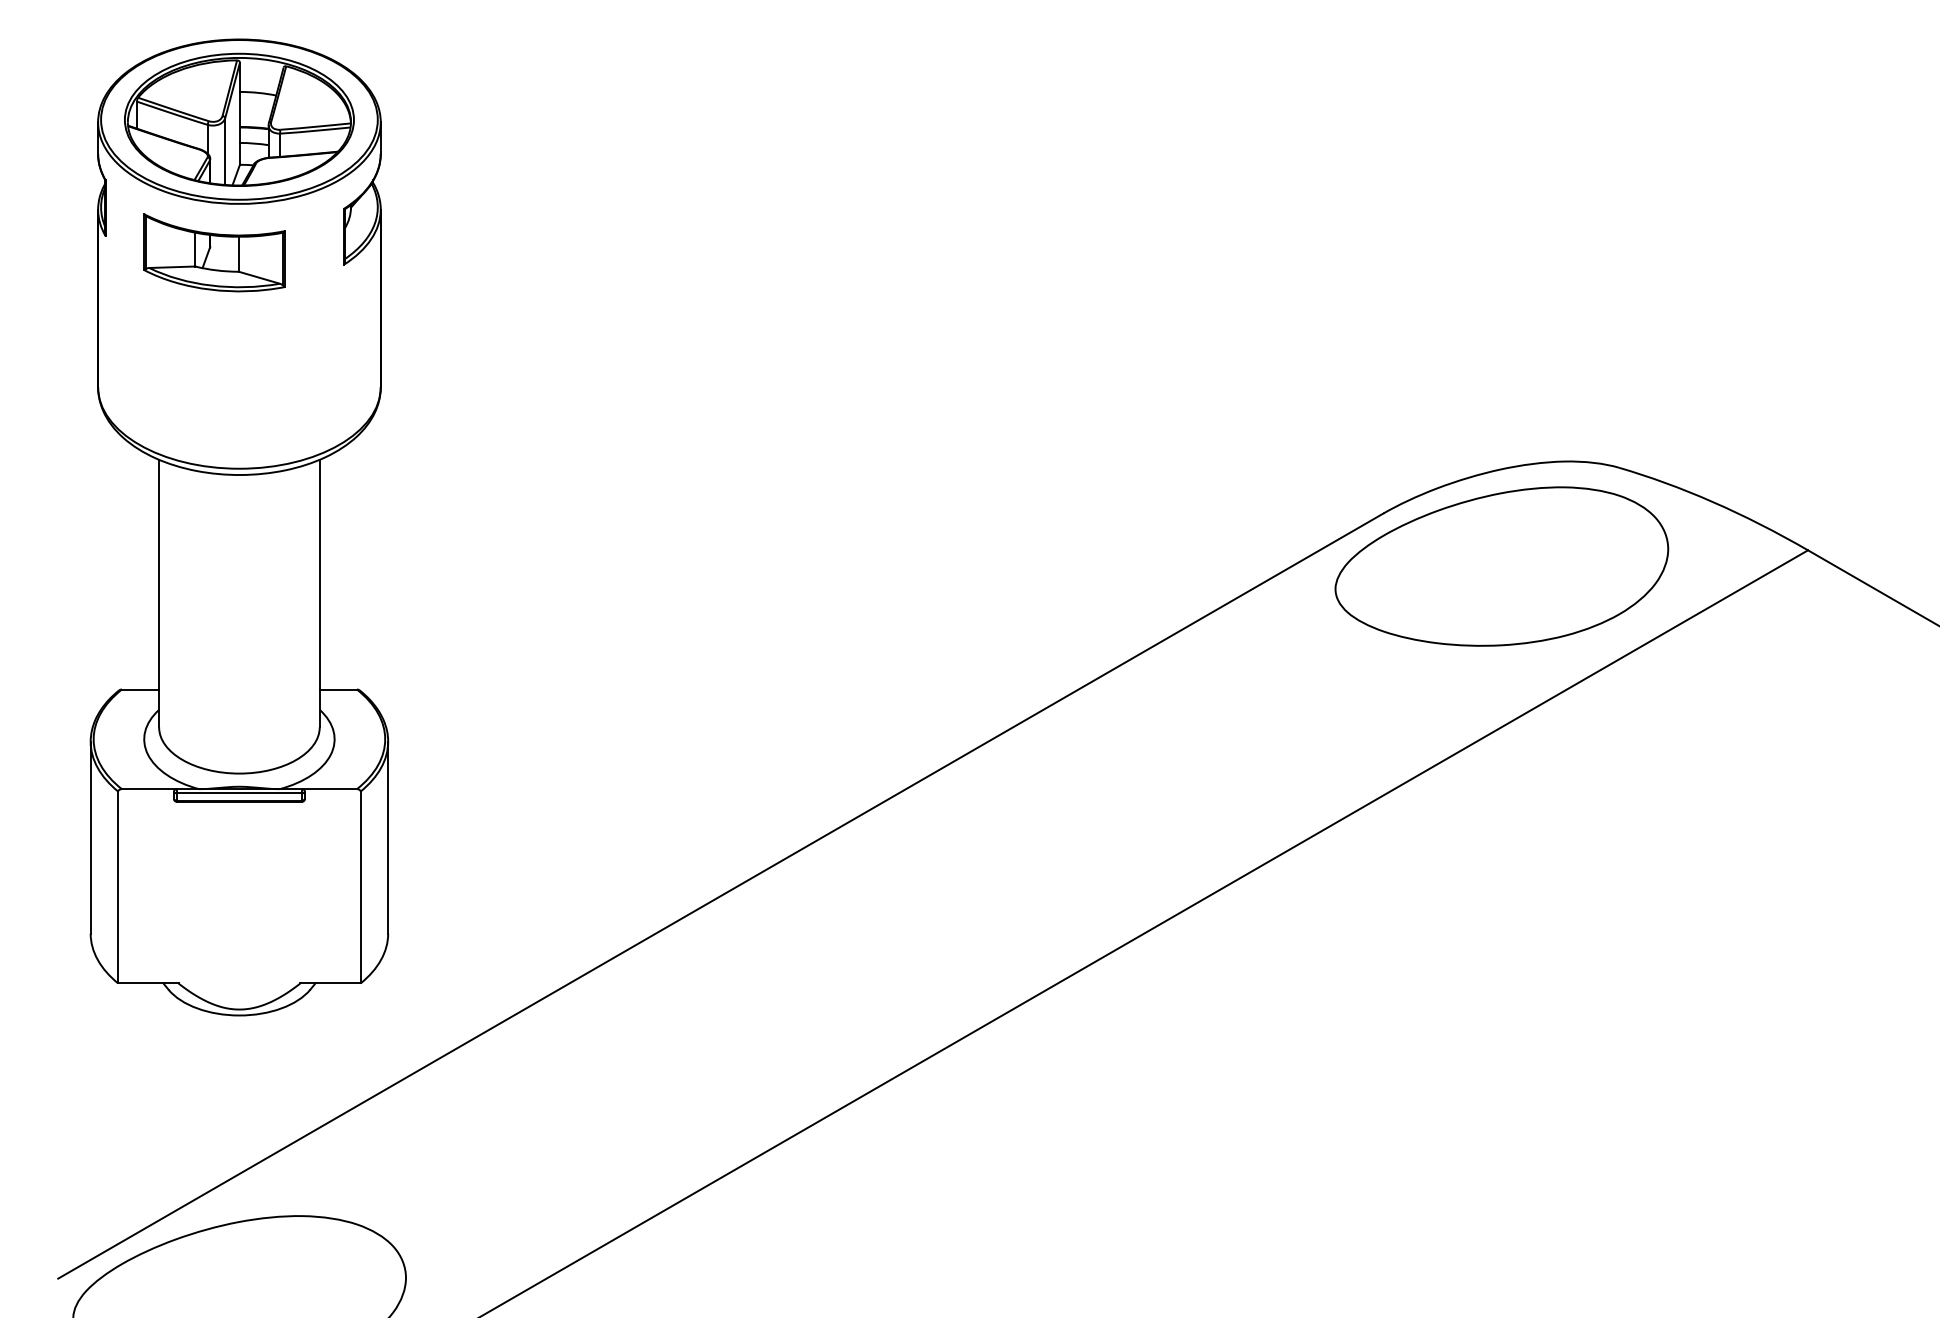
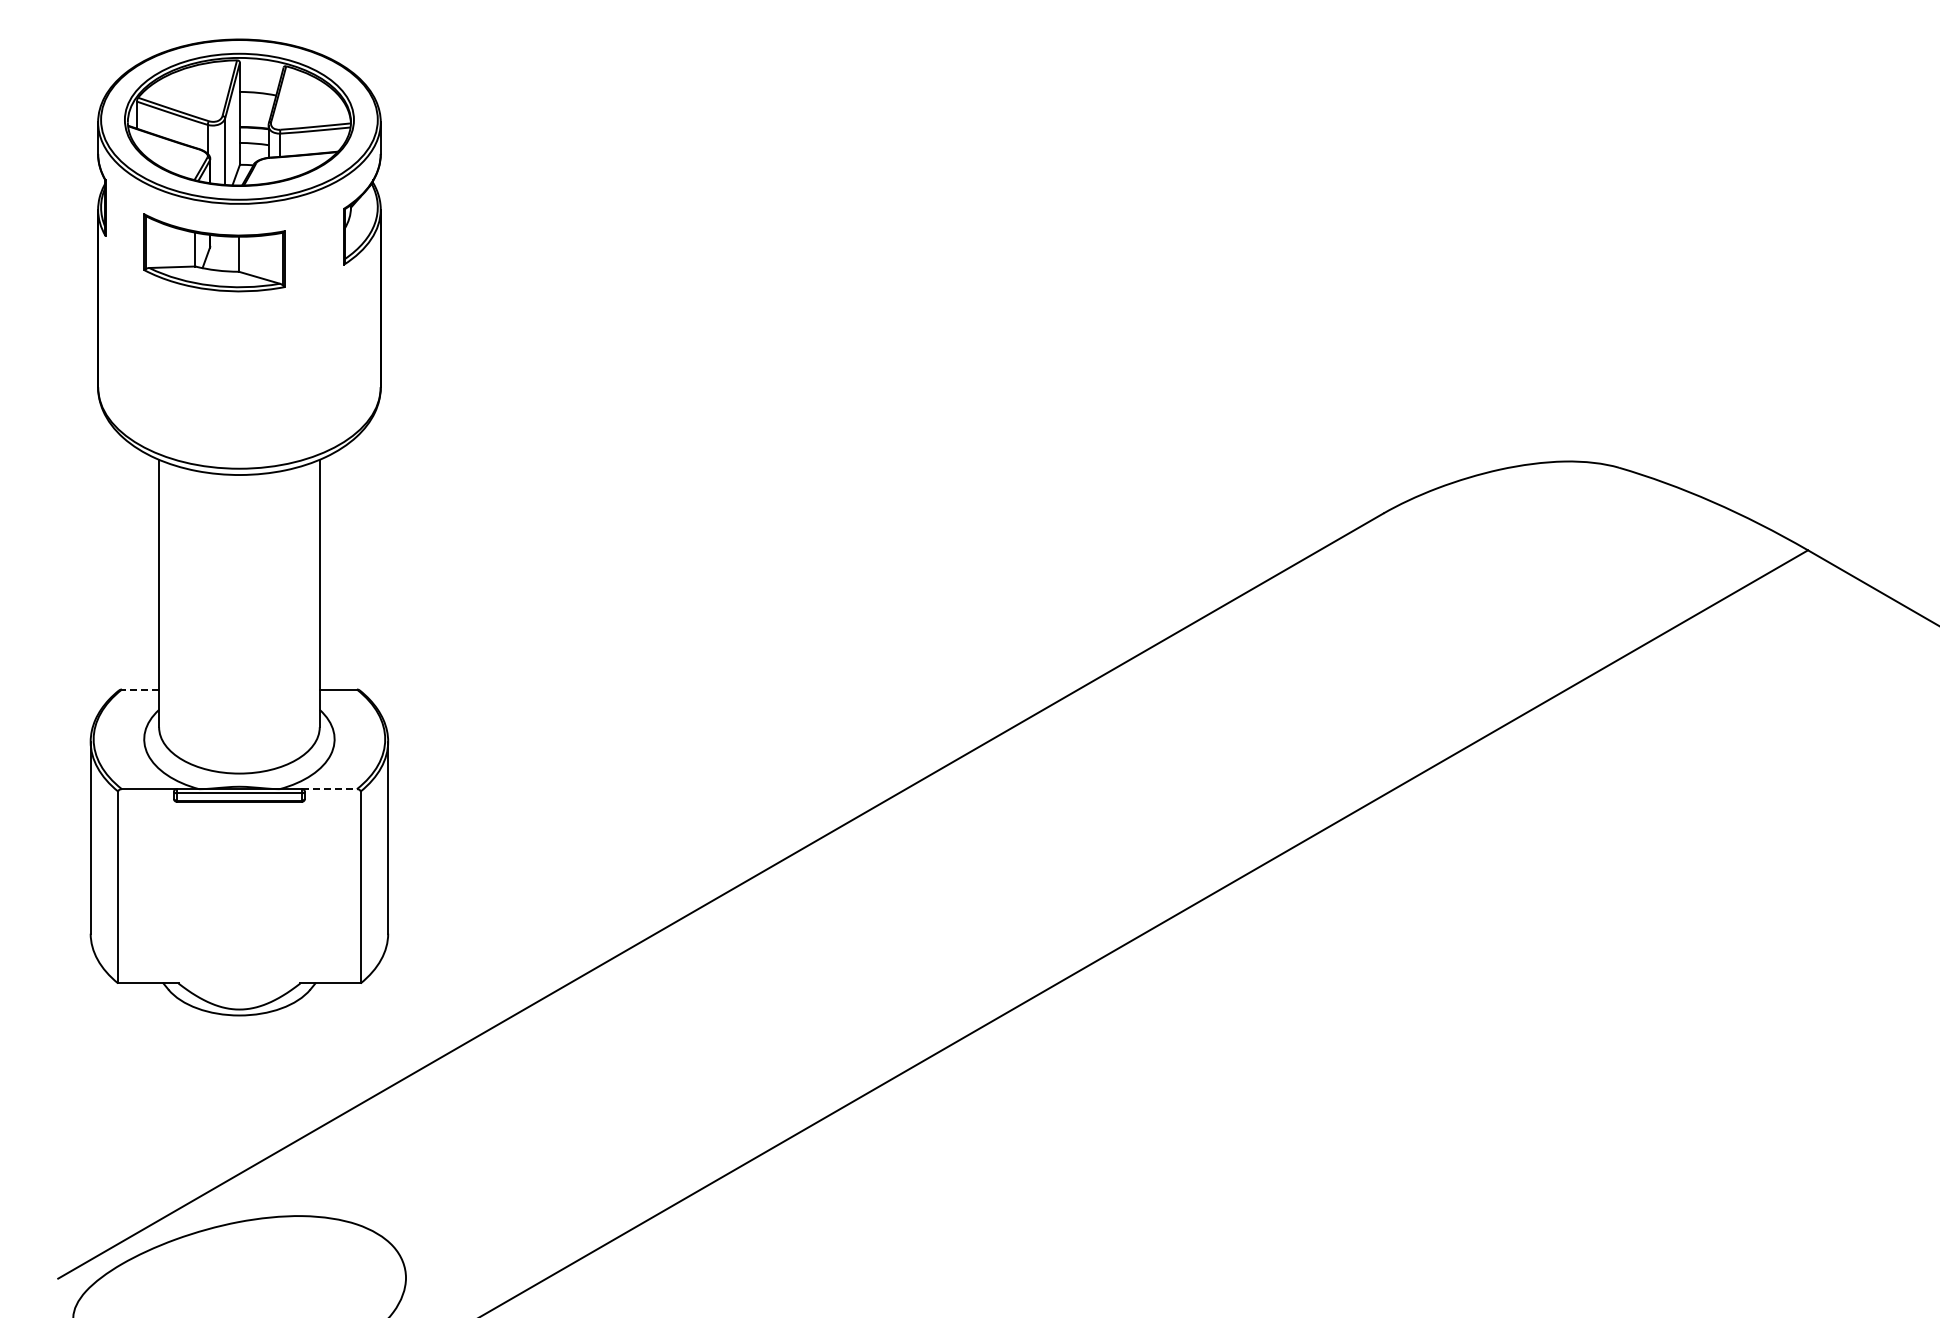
part at (1501, 566): present -> none
line at (140, 689): solid -> dashed
line at (329, 789): solid -> dashed
